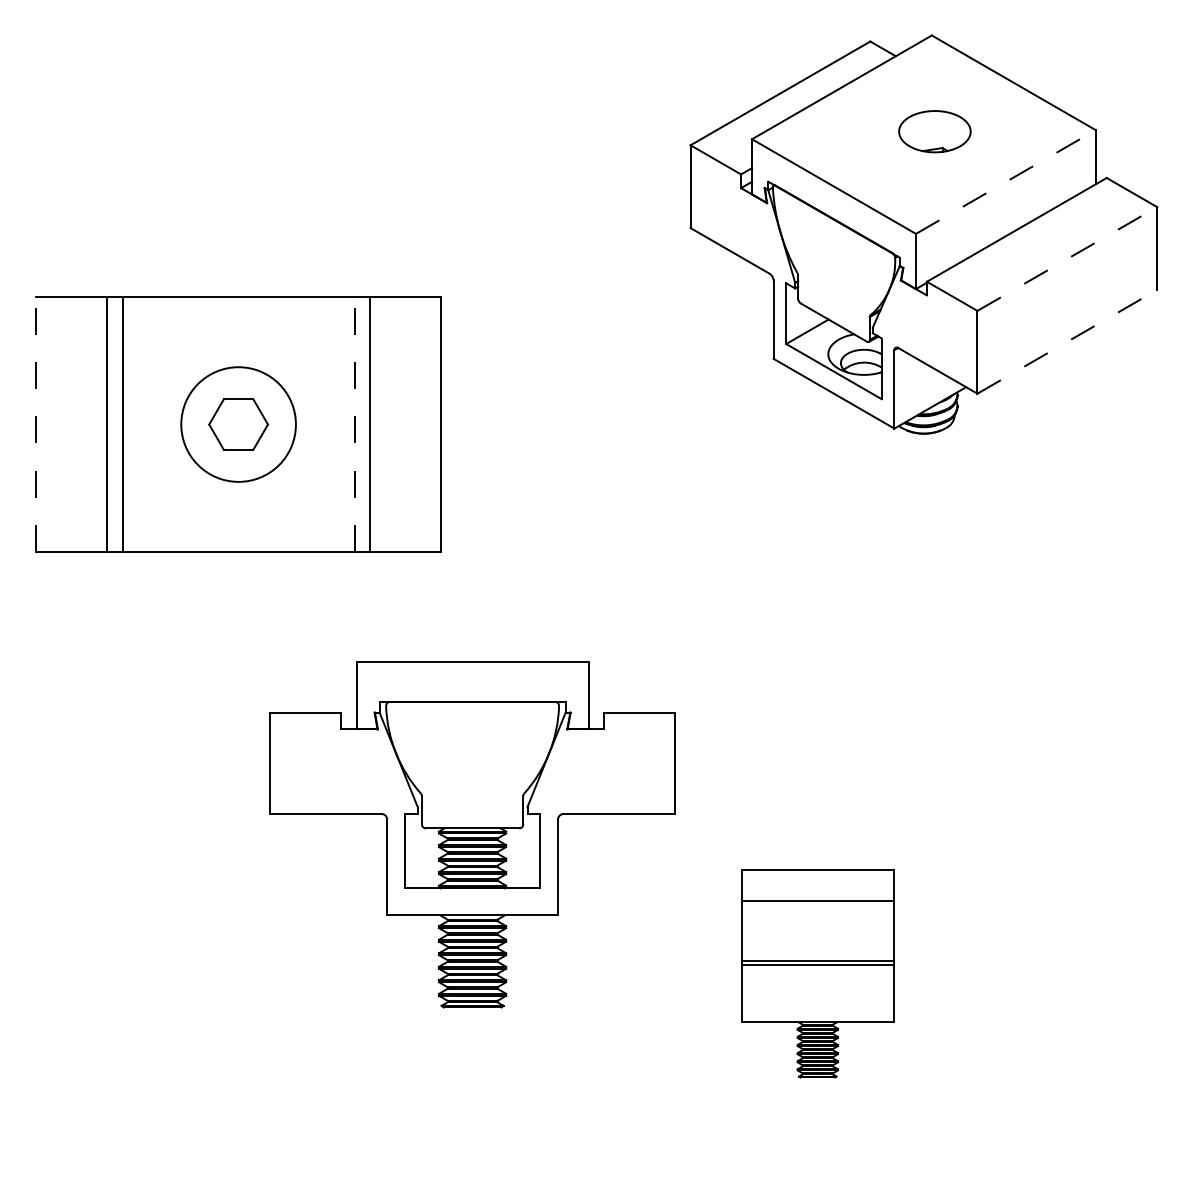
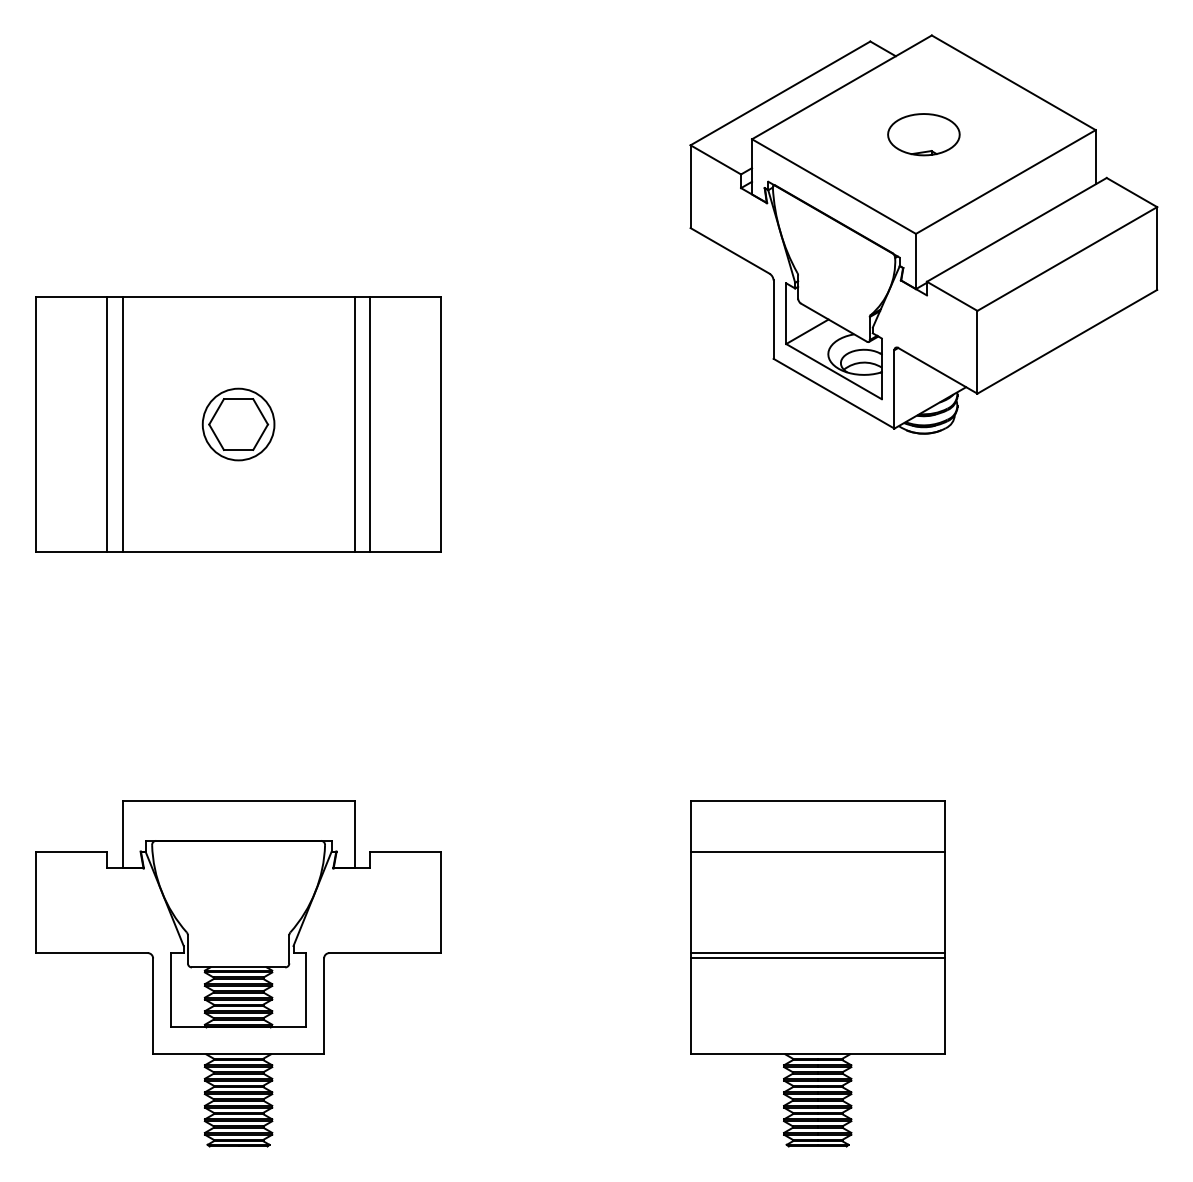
part at (934, 131) position: (934, 131) -> (923, 134)
line at (1005, 182): dashed -> solid
line at (1067, 259): dashed -> solid
line at (1067, 341): dashed -> solid
line at (35, 424): dashed -> solid
circle at (238, 424) diameter: 115 px -> 72 px
line at (354, 424): dashed -> solid
part at (472, 834) position: (472, 834) -> (238, 973)
part at (817, 973) size: 154x210 px -> 256x348 px
